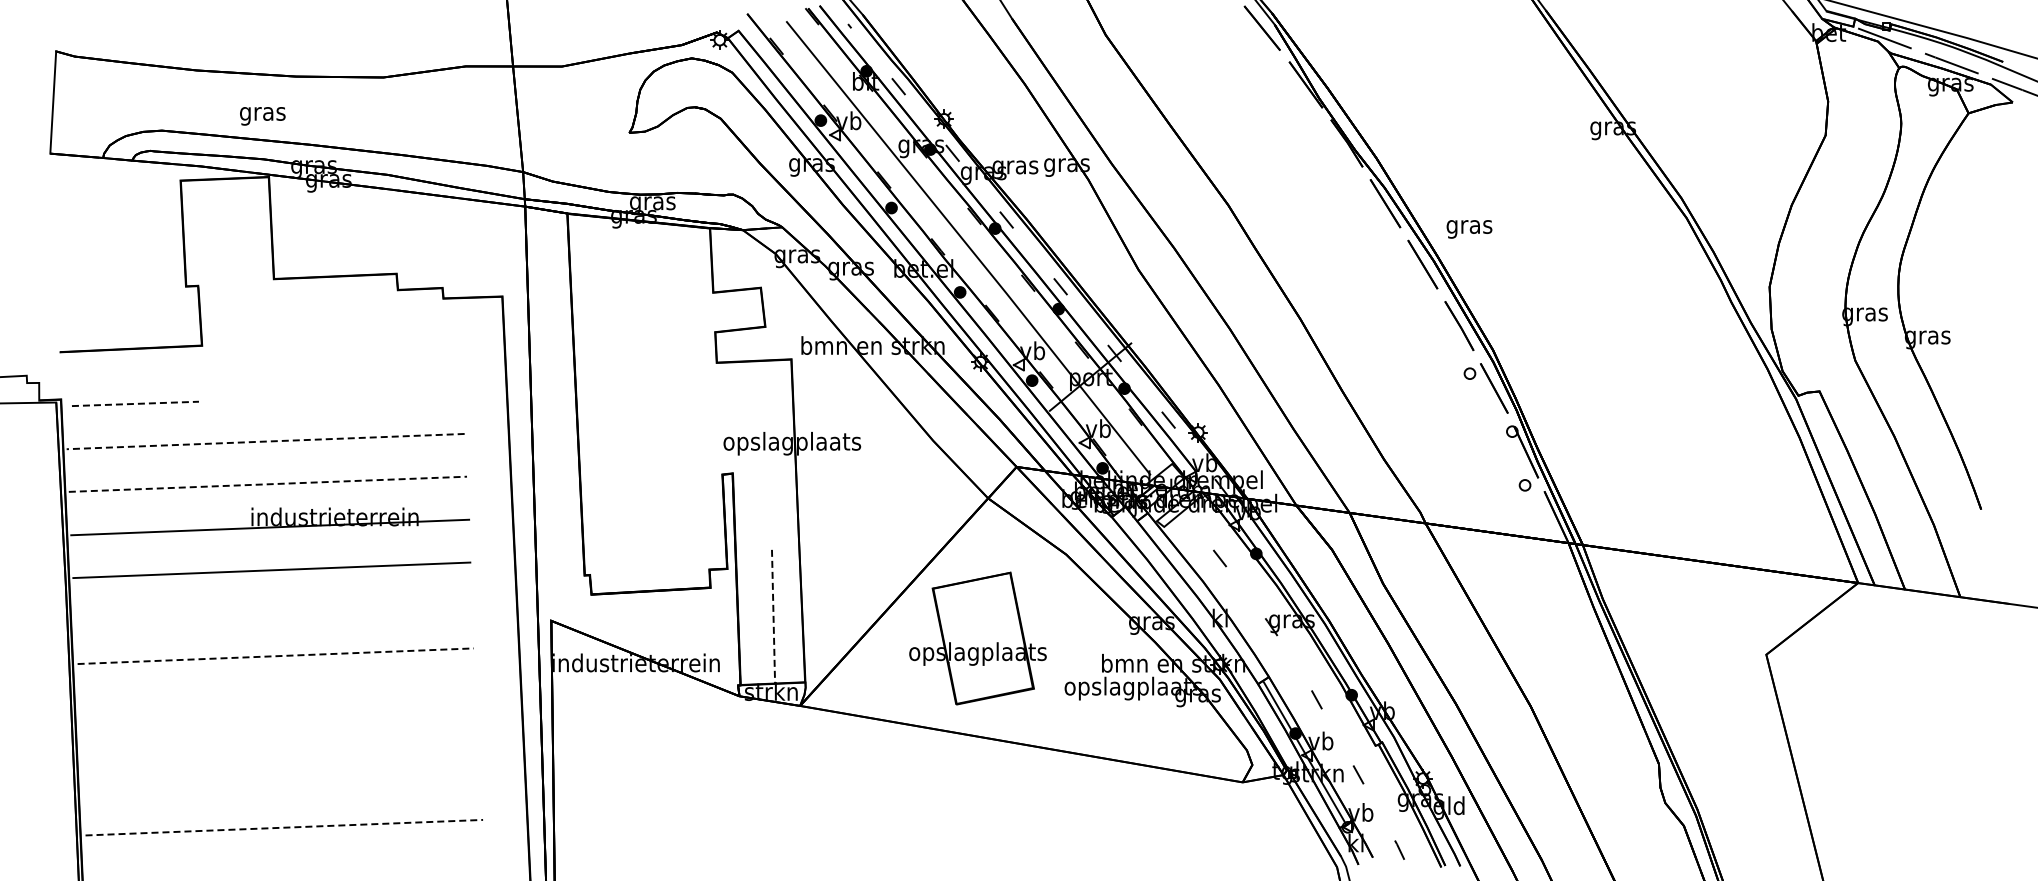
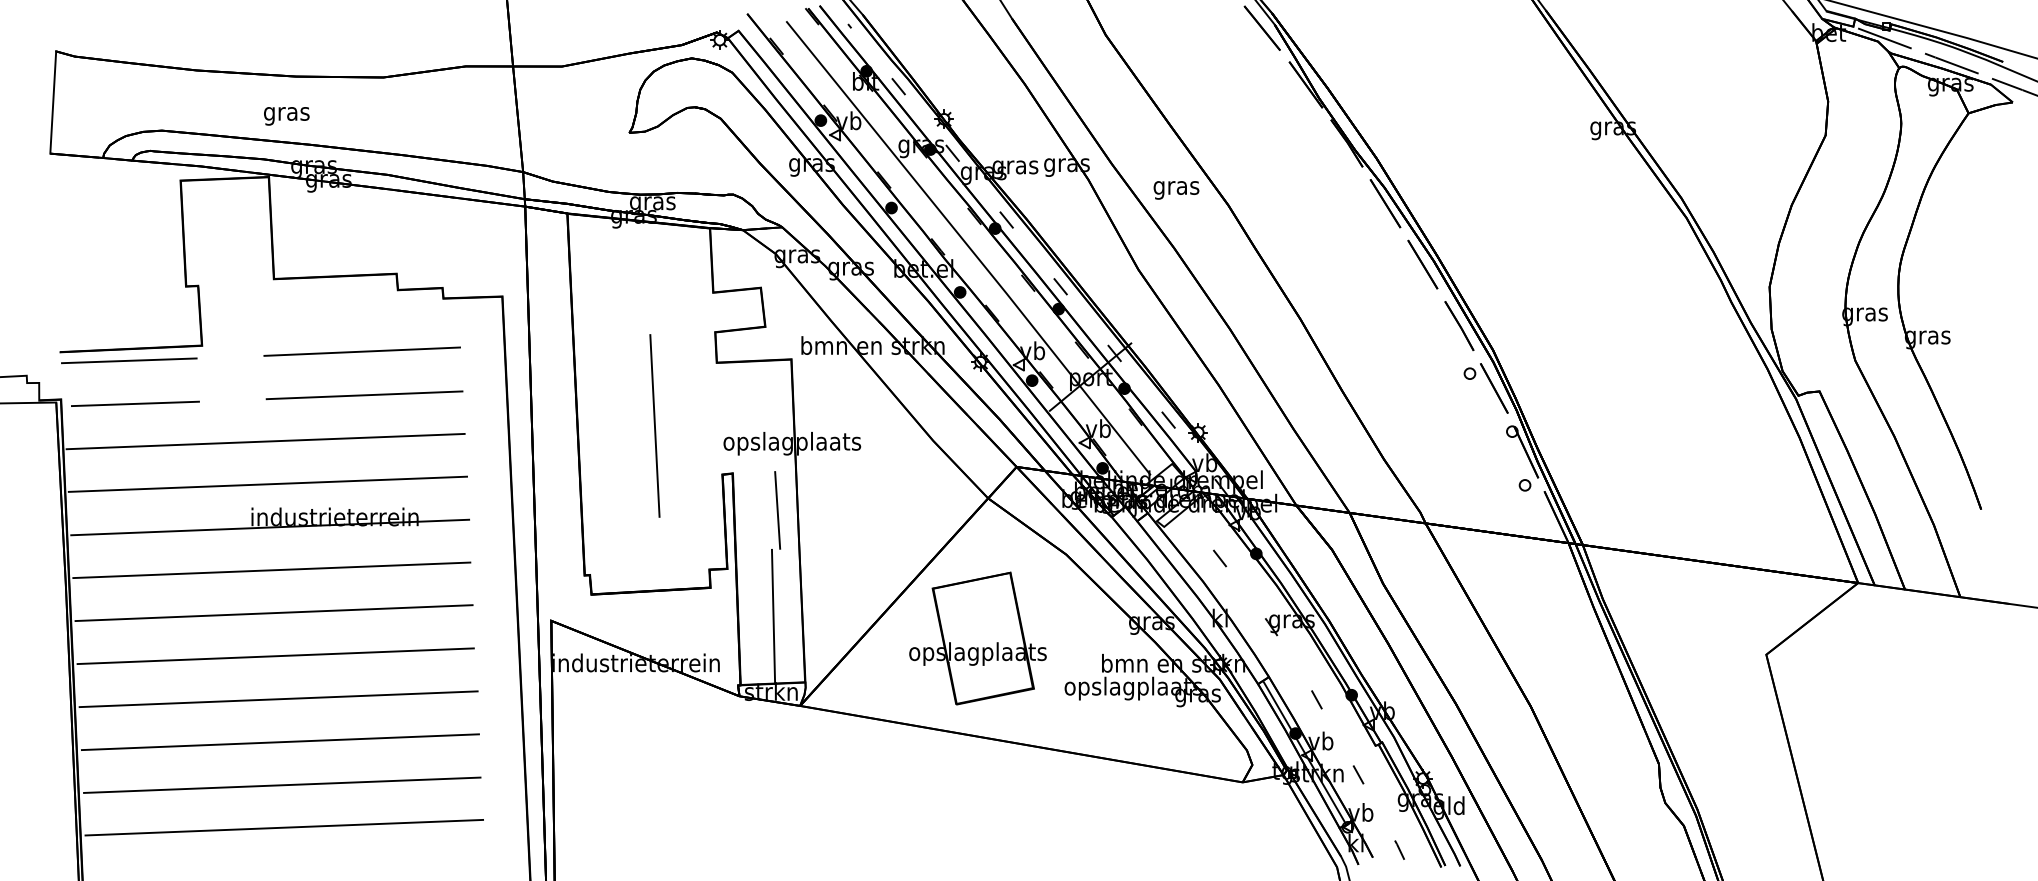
text at (262, 116) position: (262, 116) -> (286, 116)
text at (1469, 229) position: (1469, 229) -> (1176, 190)
line at (362, 351): none -> present
line at (129, 360): none -> present
line at (364, 395): none -> present
line at (135, 403): dashed -> solid
line at (654, 425): none -> present
line at (265, 441): dashed -> solid
line at (268, 484): dashed -> solid
line at (777, 510): none -> present
line at (273, 613): none -> present
line at (773, 616): dashed -> solid
line at (276, 656): dashed -> solid
line at (278, 699): none -> present
line at (279, 742): none -> present
line at (282, 784): none -> present
line at (284, 827): dashed -> solid
